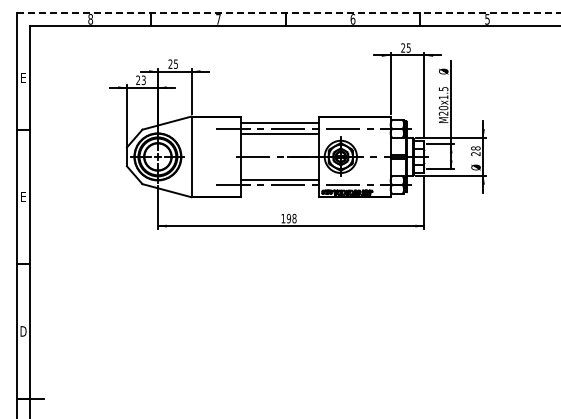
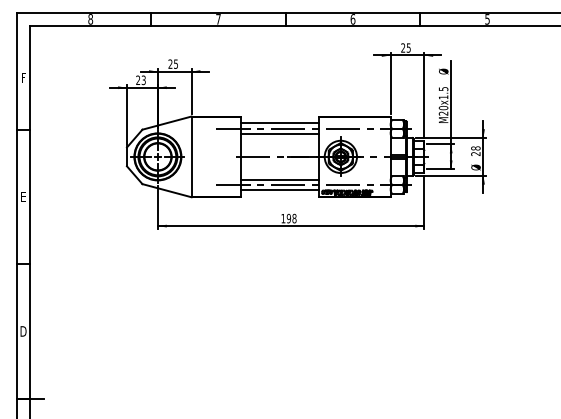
line at (288, 12): dashed -> solid
text at (23, 77): E -> F
line at (280, 190): none -> present
